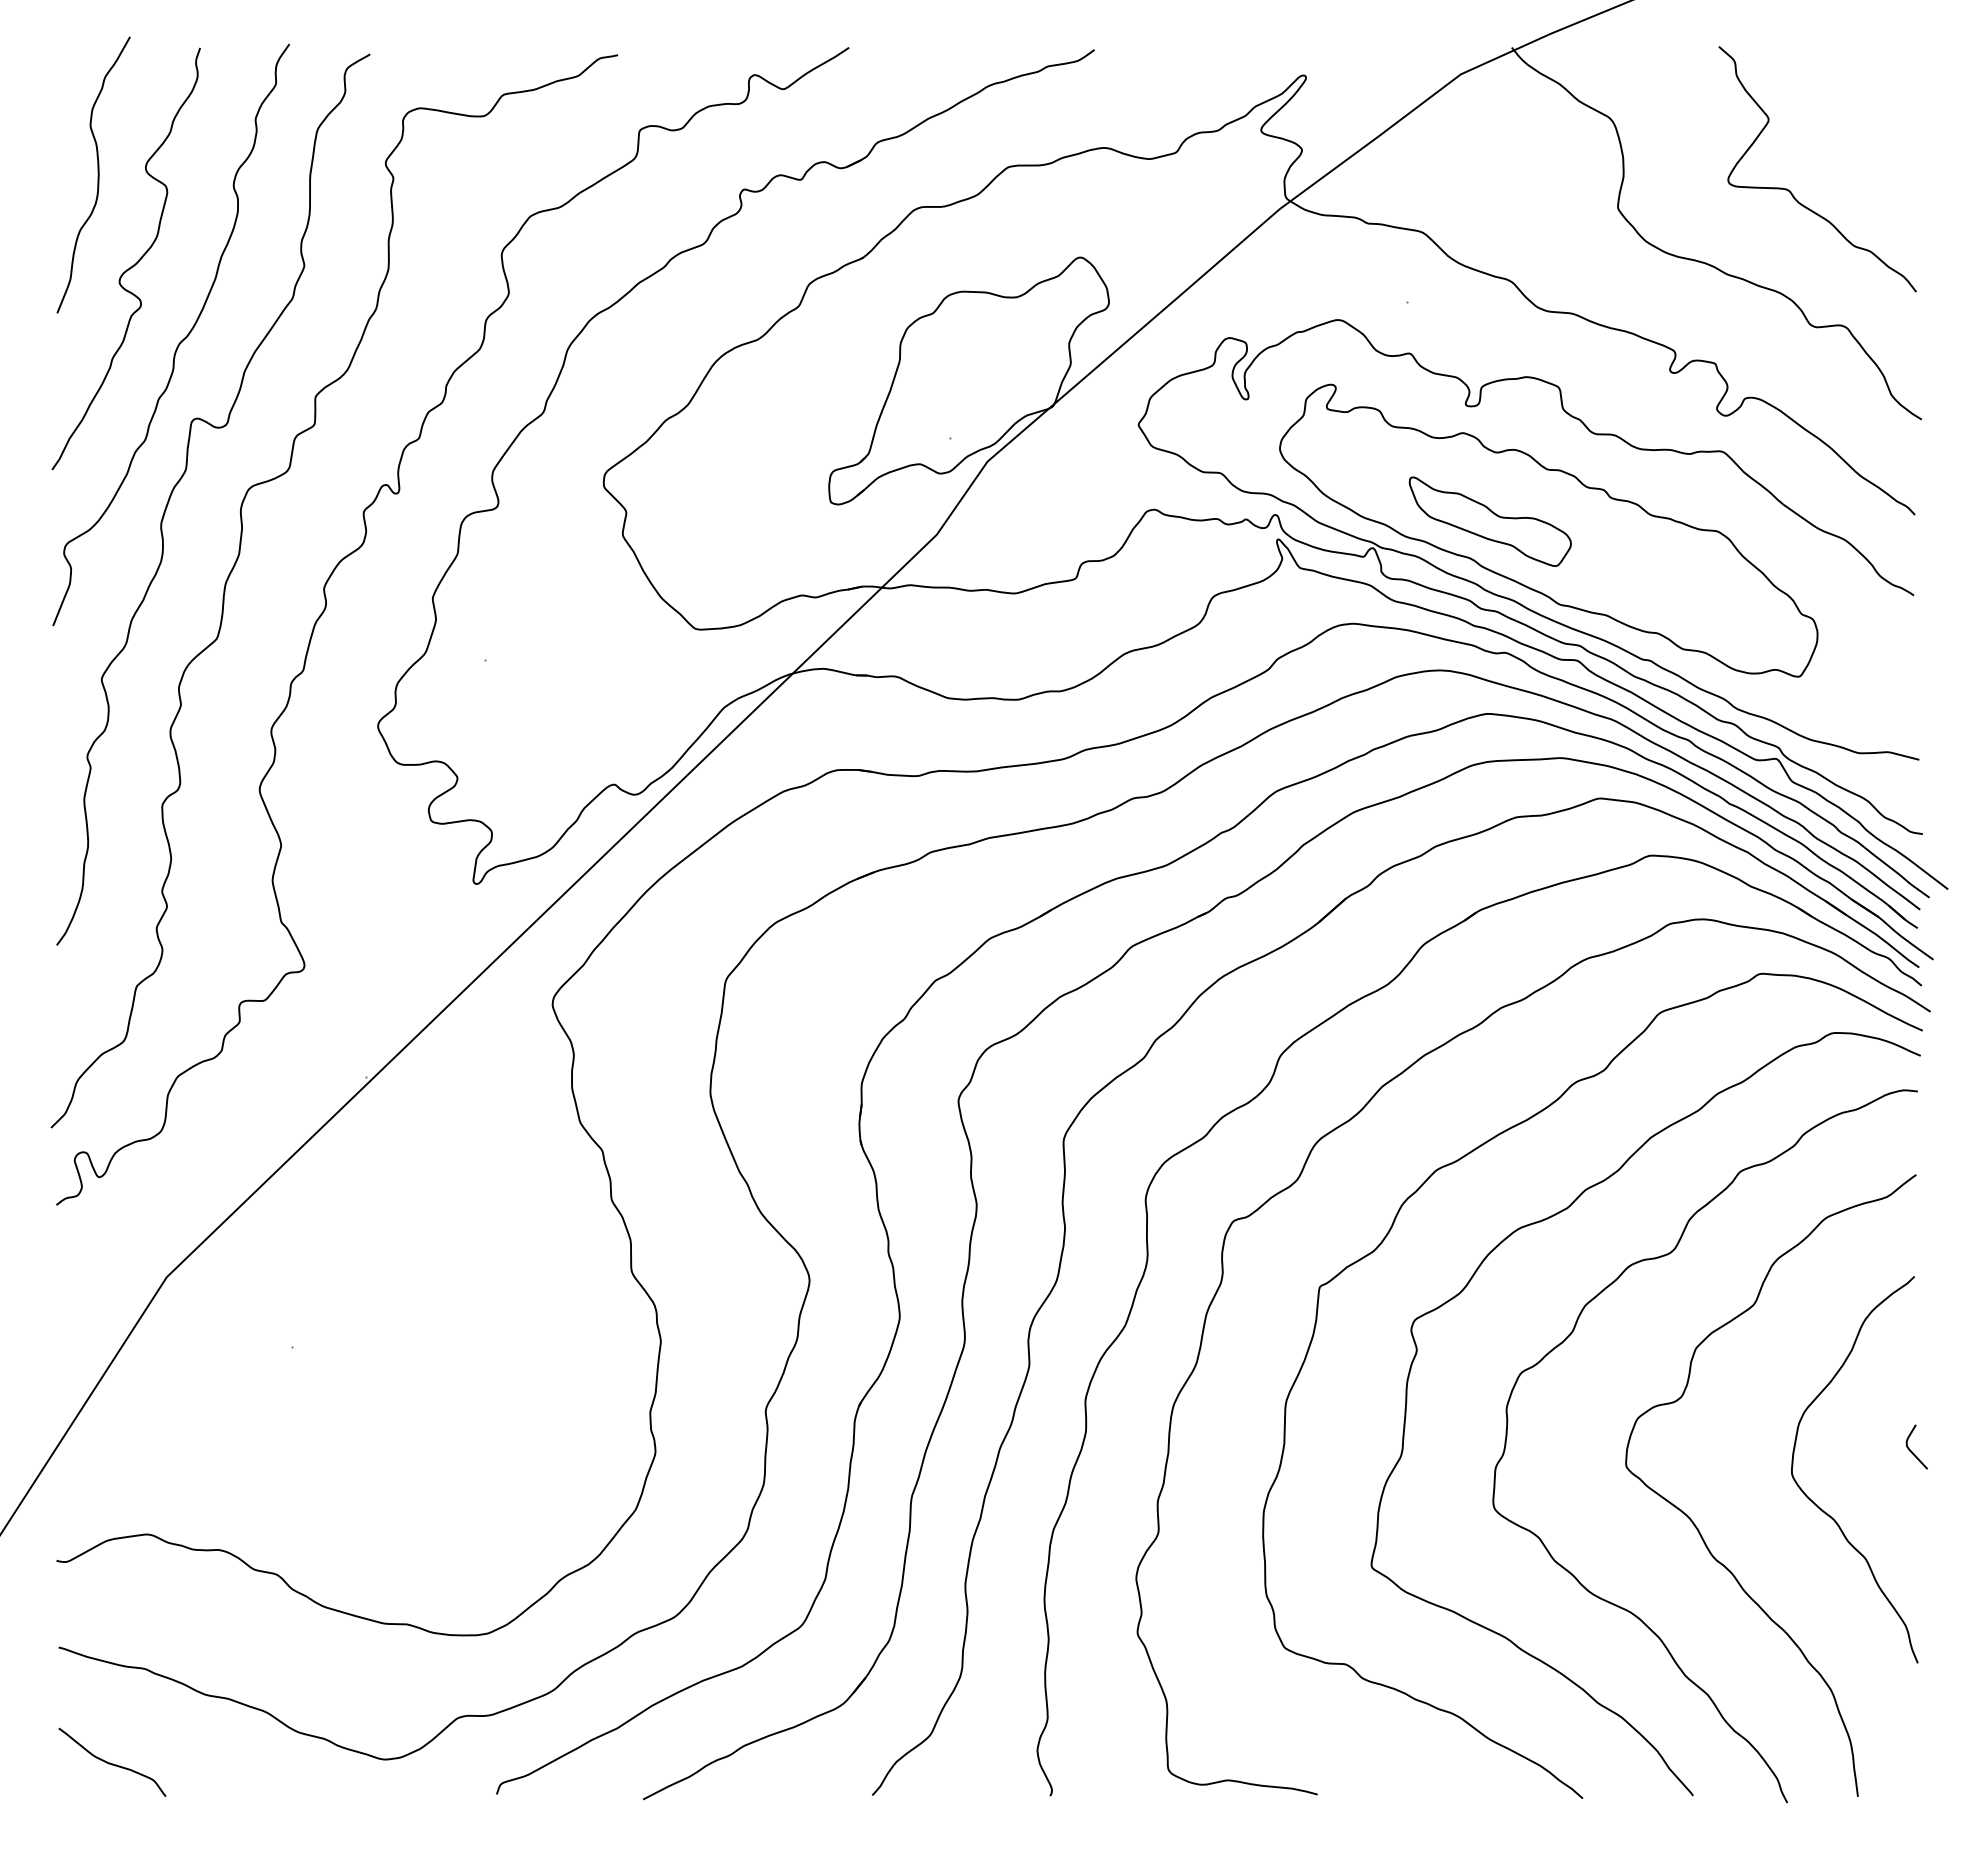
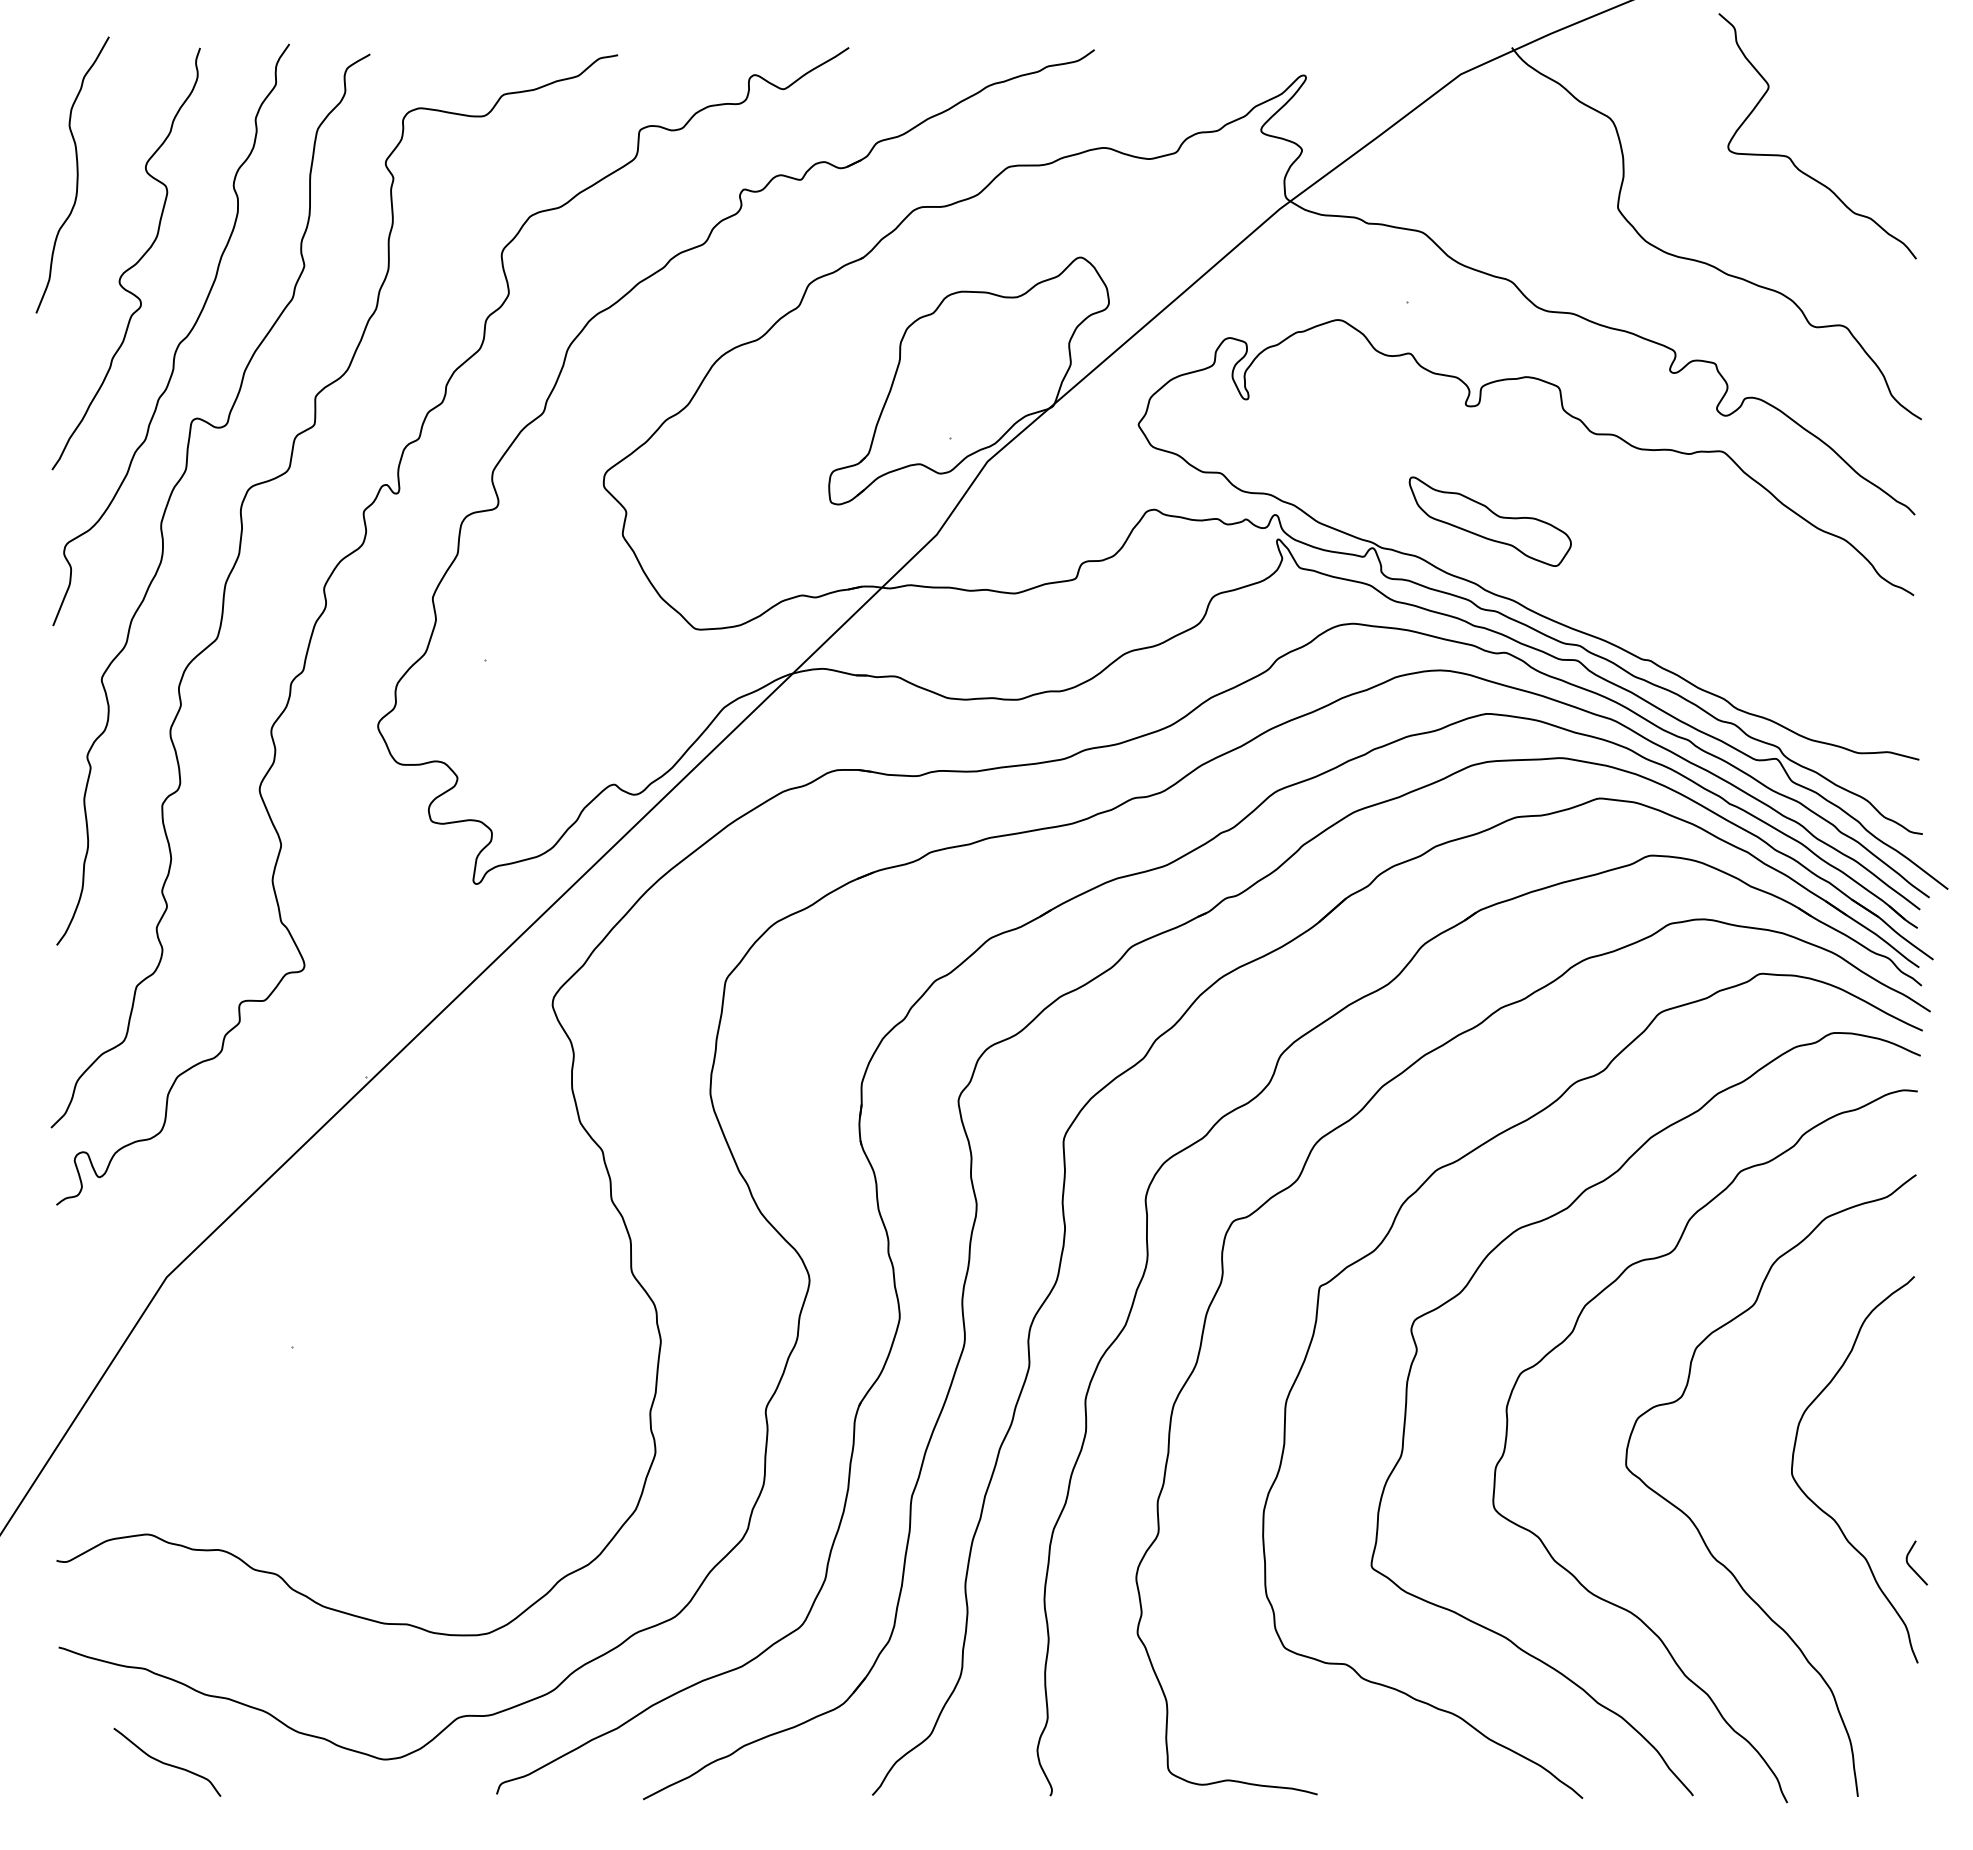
curve at (97, 174) position: (97, 174) -> (76, 174)
curve at (1791, 191) position: (1791, 191) -> (1791, 158)
part at (1548, 530): present -> none
curve at (1911, 1450) position: (1911, 1450) -> (1911, 1566)
curve at (112, 1763) position: (112, 1763) -> (167, 1763)
